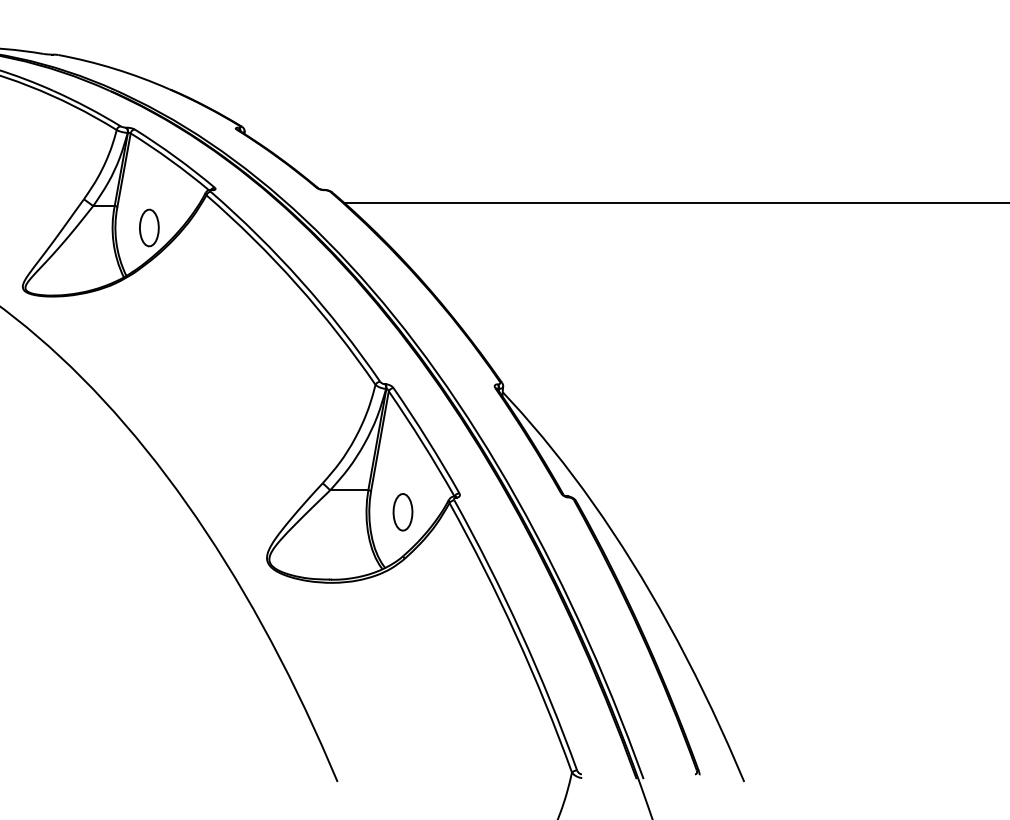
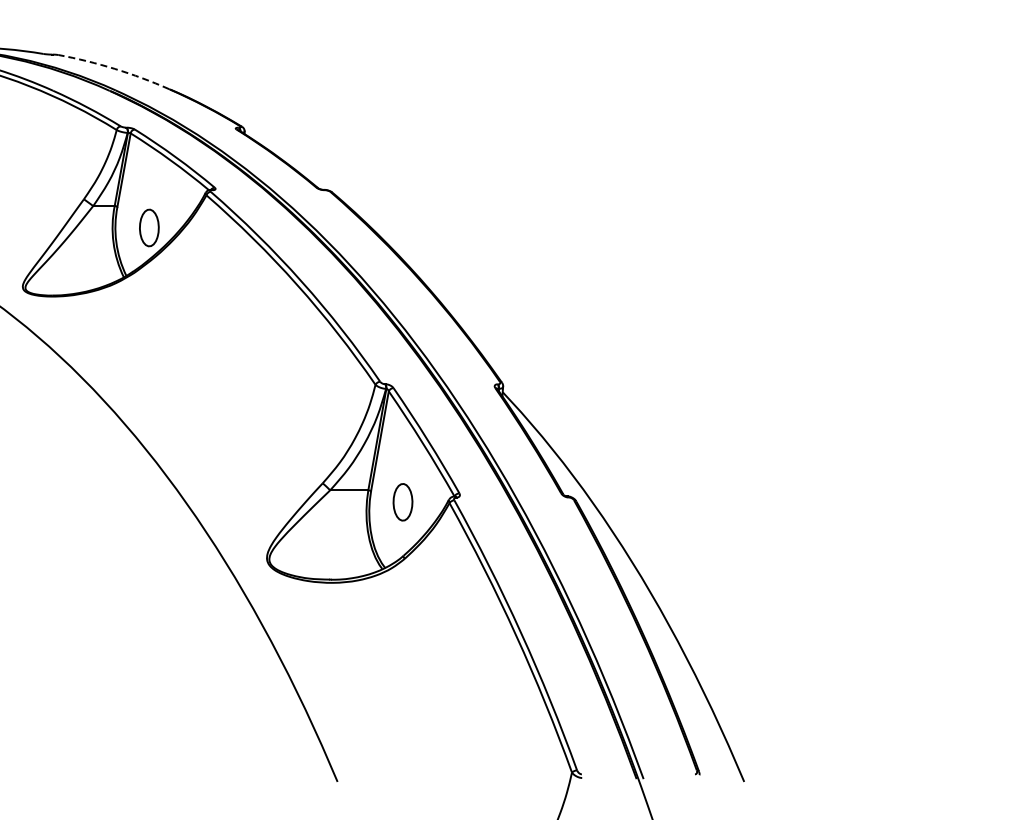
arc at (114, 68): solid -> dashed
line at (675, 202): present -> none
part at (402, 512) position: (402, 512) -> (402, 502)
